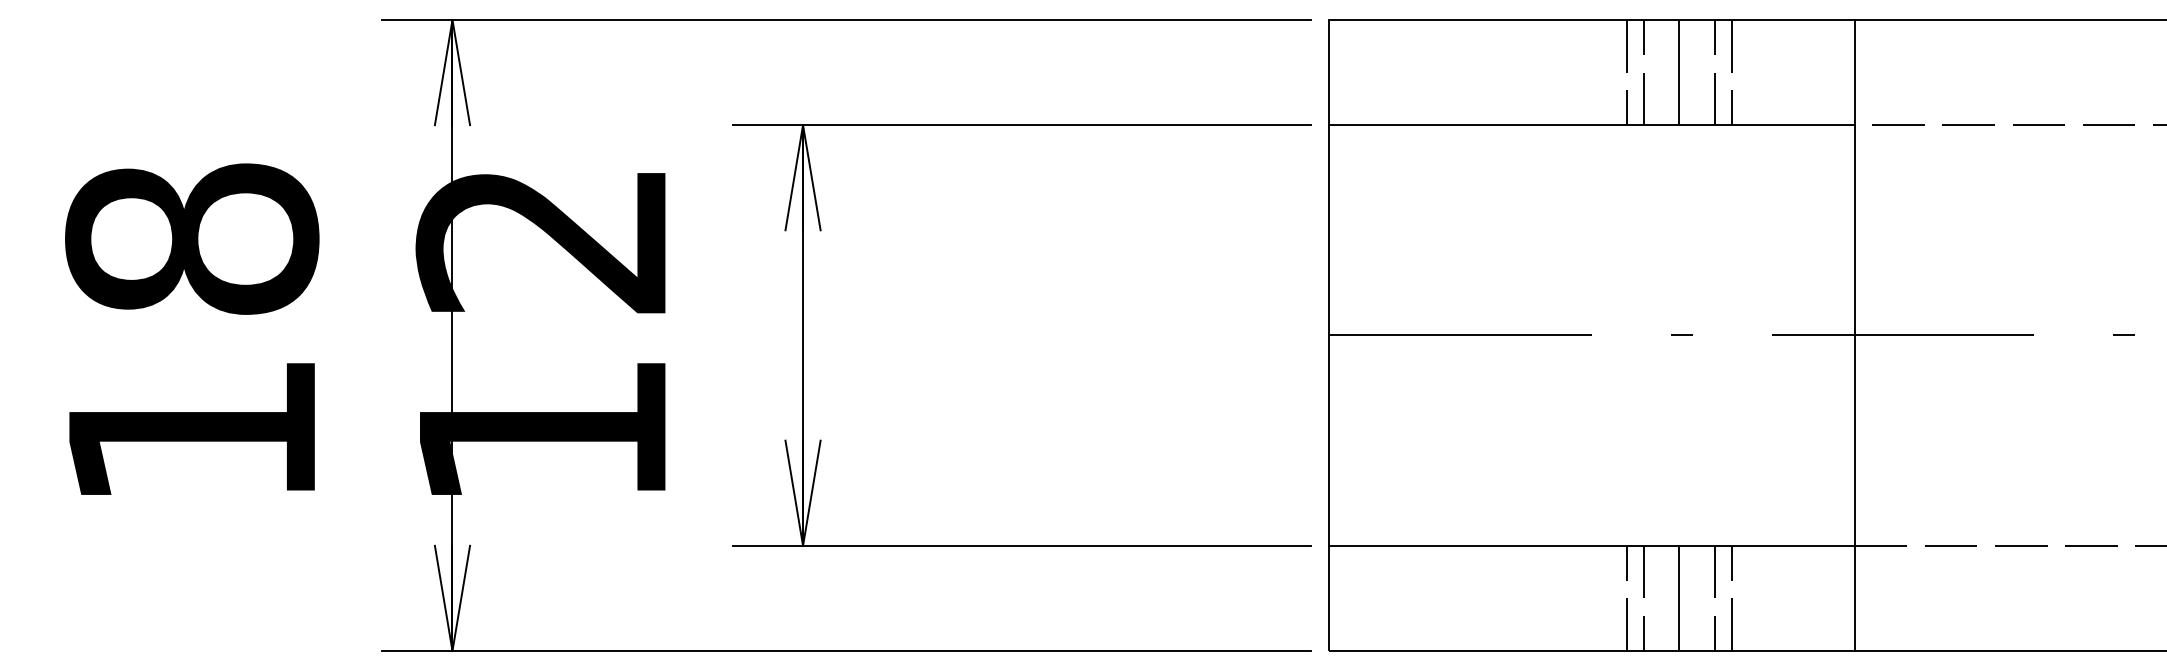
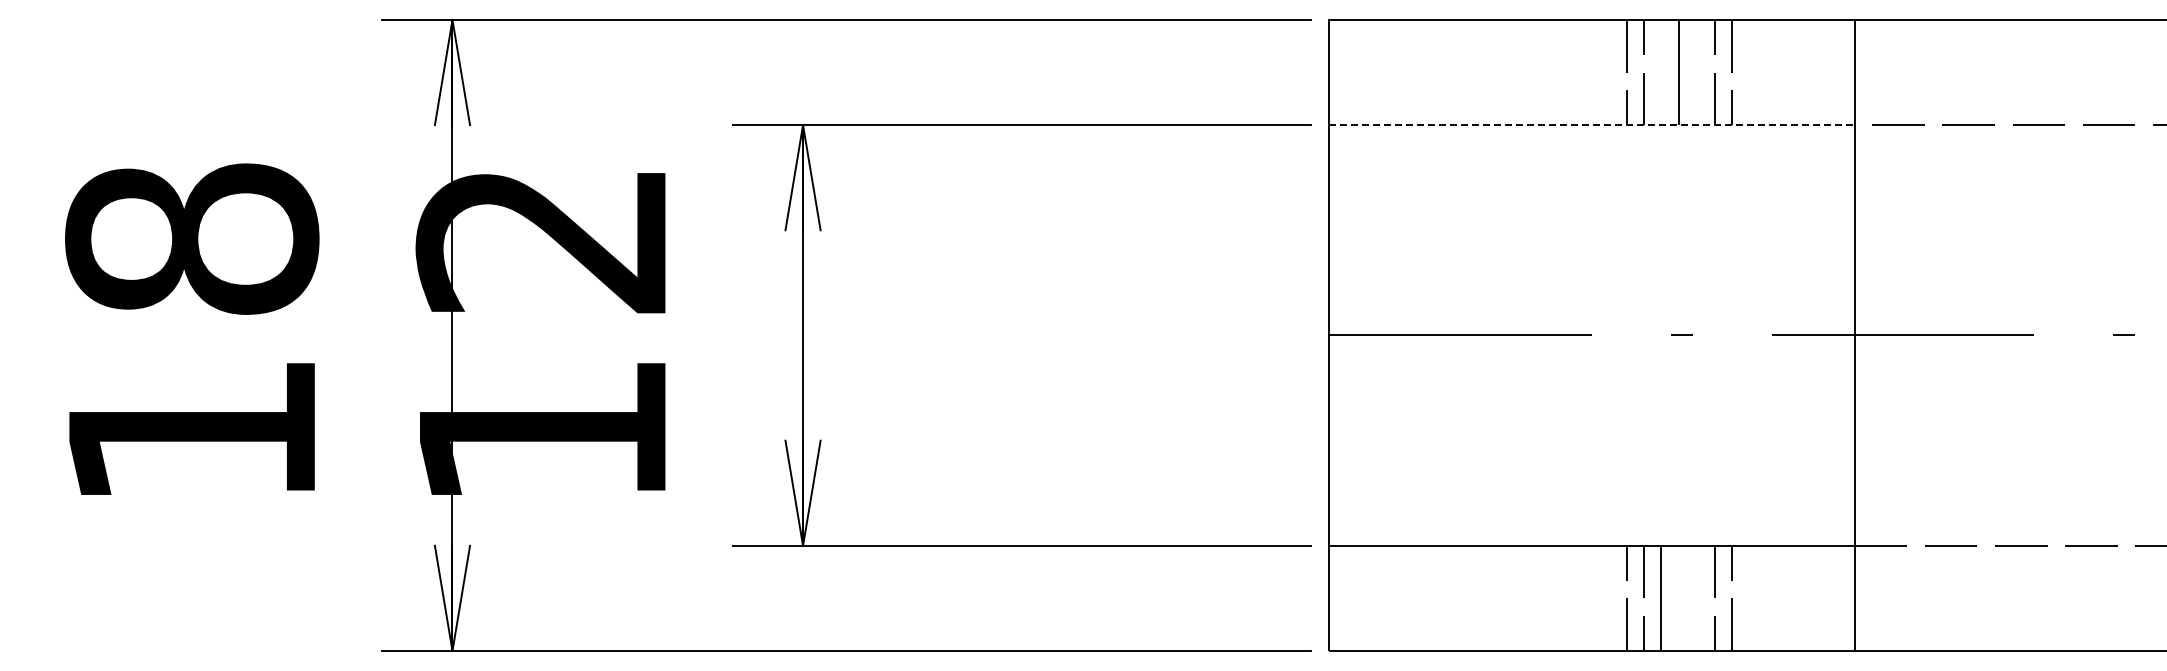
line at (1591, 125): solid -> dashed
line at (1679, 598) position: (1679, 598) -> (1661, 598)
